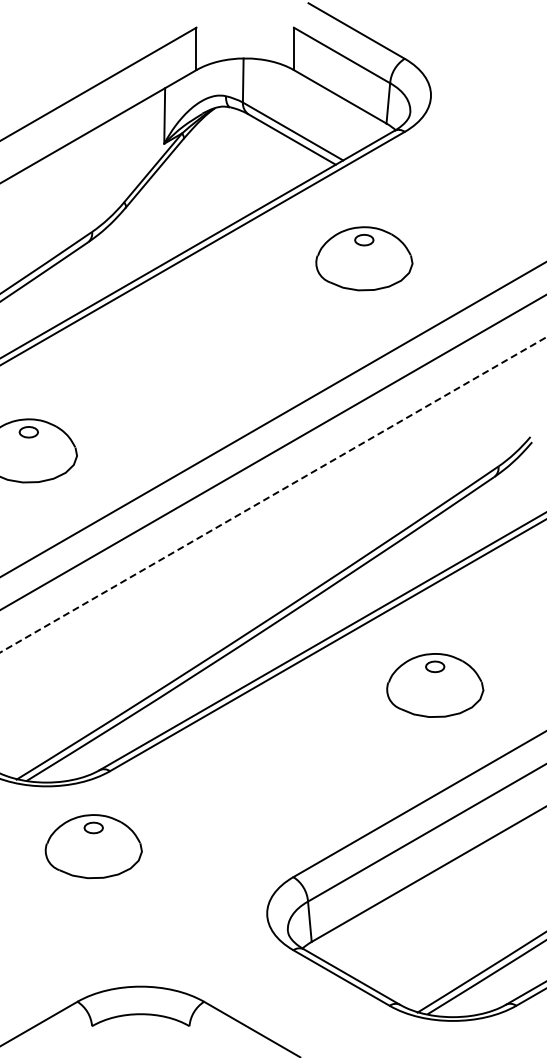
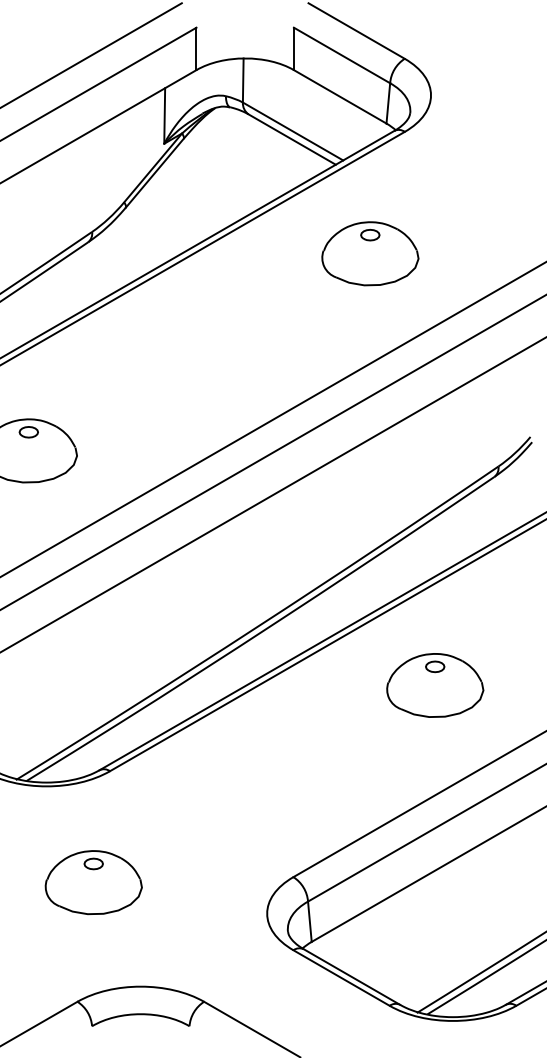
line at (91, 54): none -> present
part at (364, 258) position: (364, 258) -> (370, 253)
line at (273, 495): dashed -> solid
part at (93, 846) position: (93, 846) -> (93, 882)
